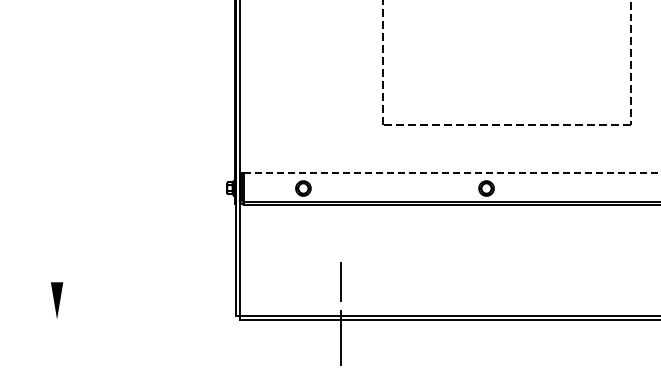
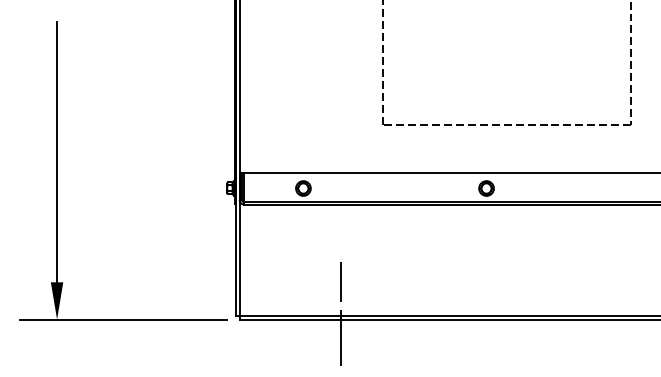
line at (57, 151): none -> present
line at (451, 172): dashed -> solid
line at (122, 319): none -> present
